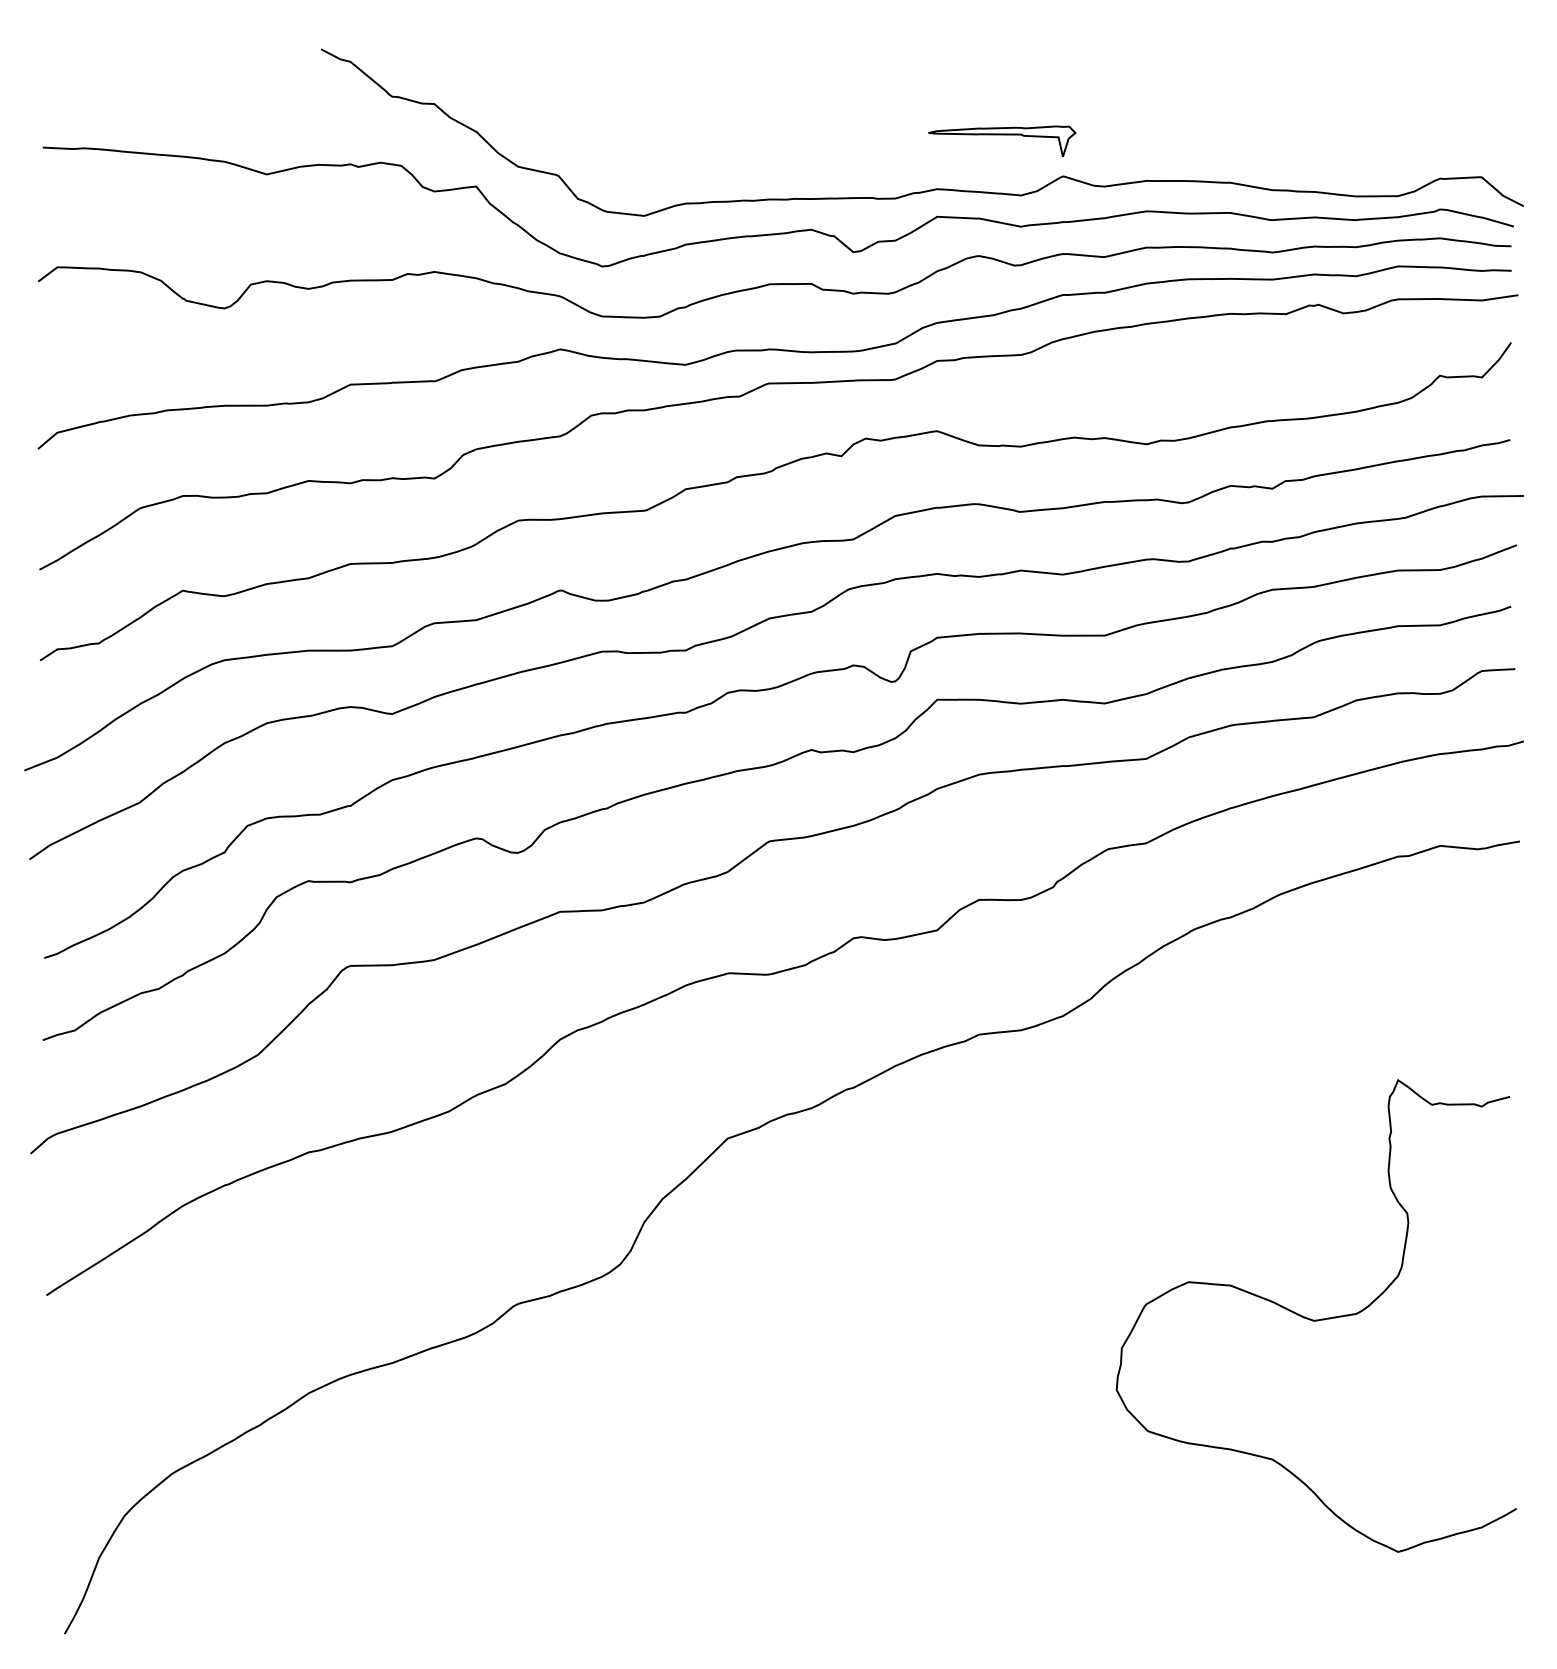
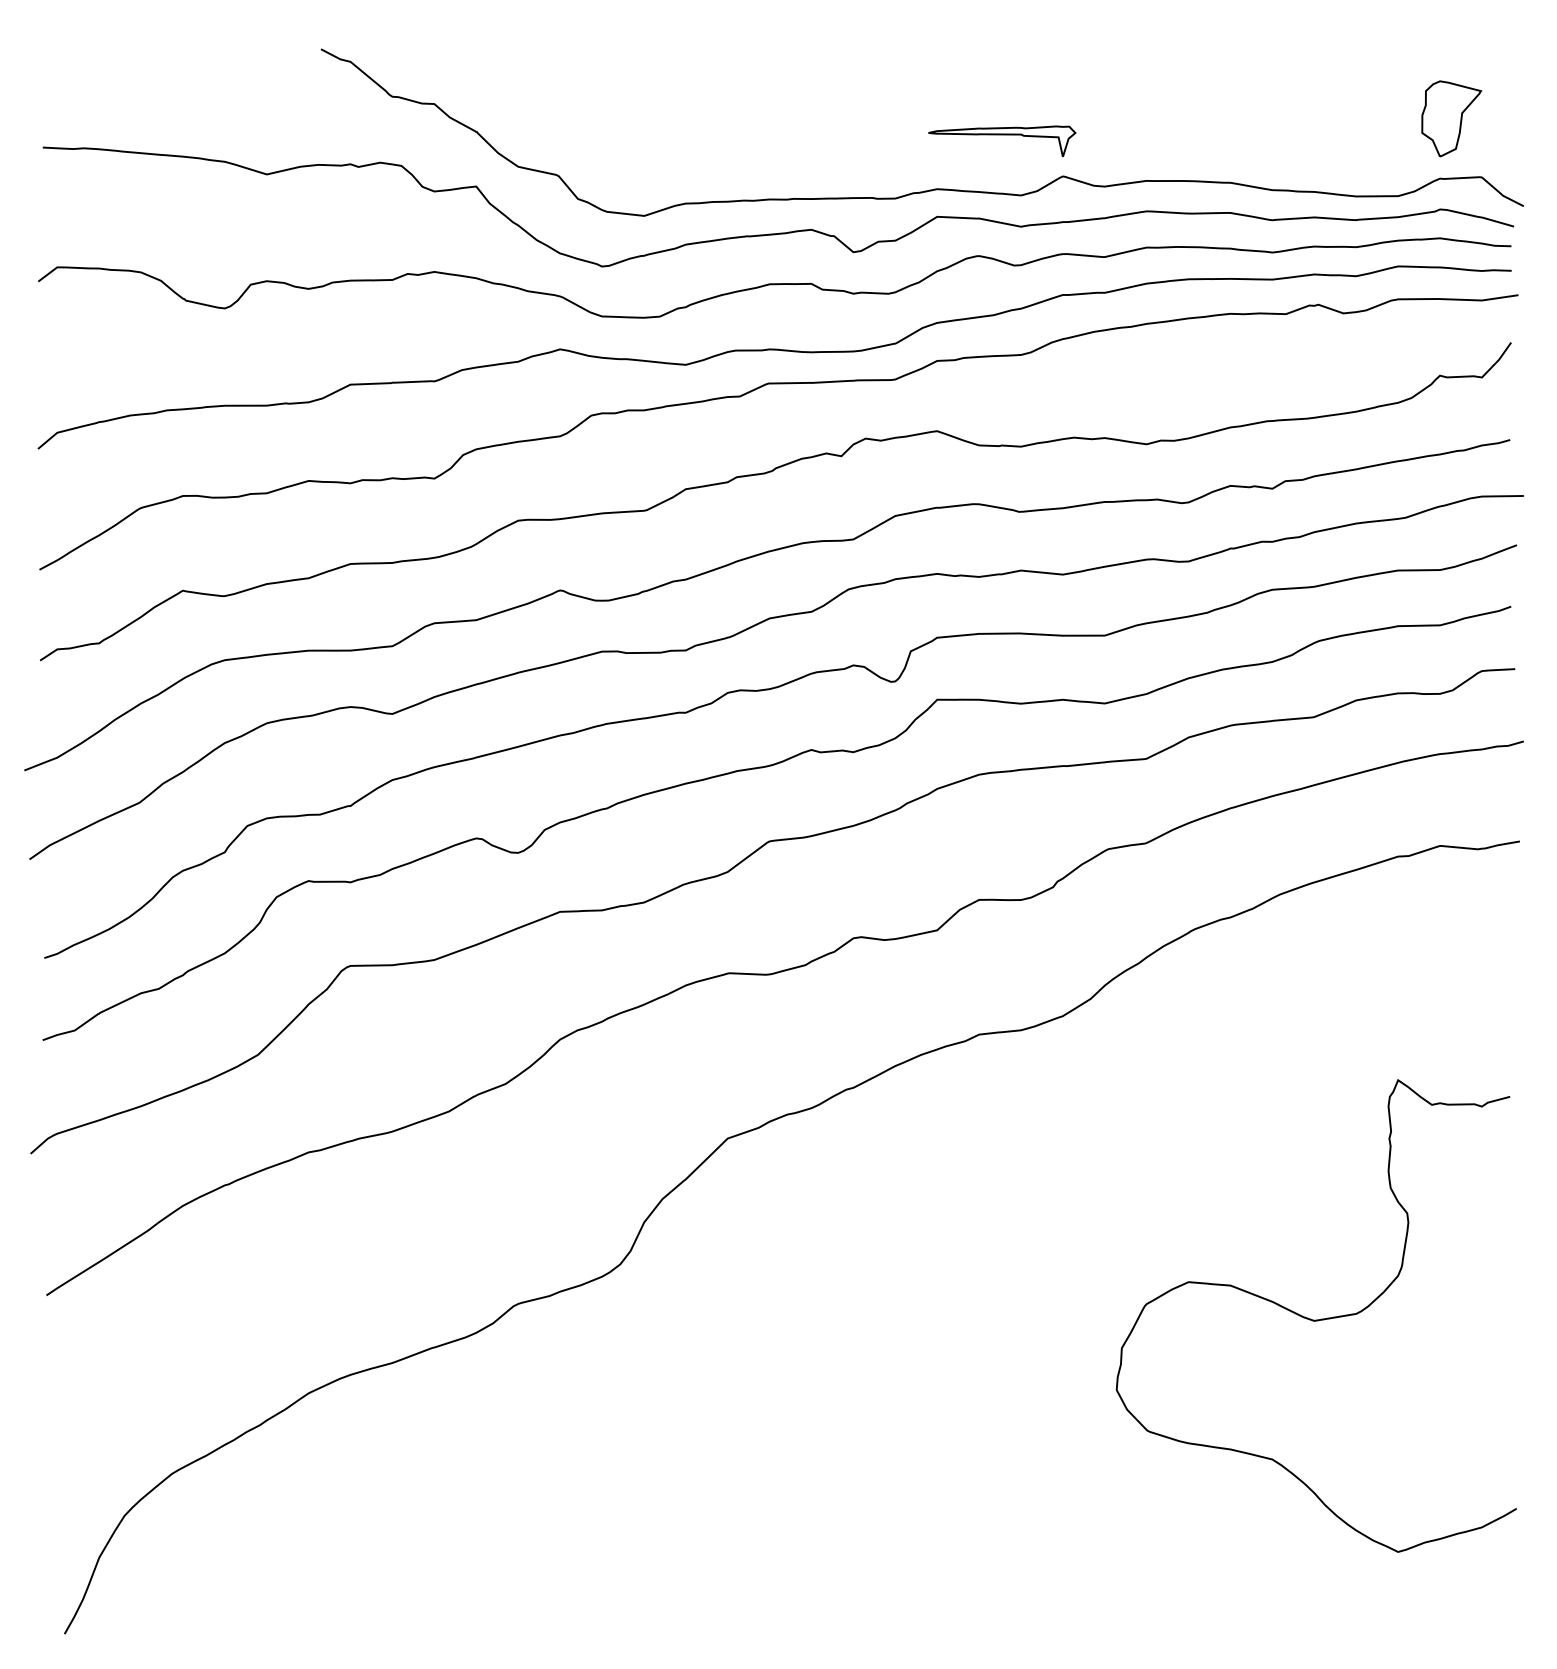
part at (1451, 118): none -> present
